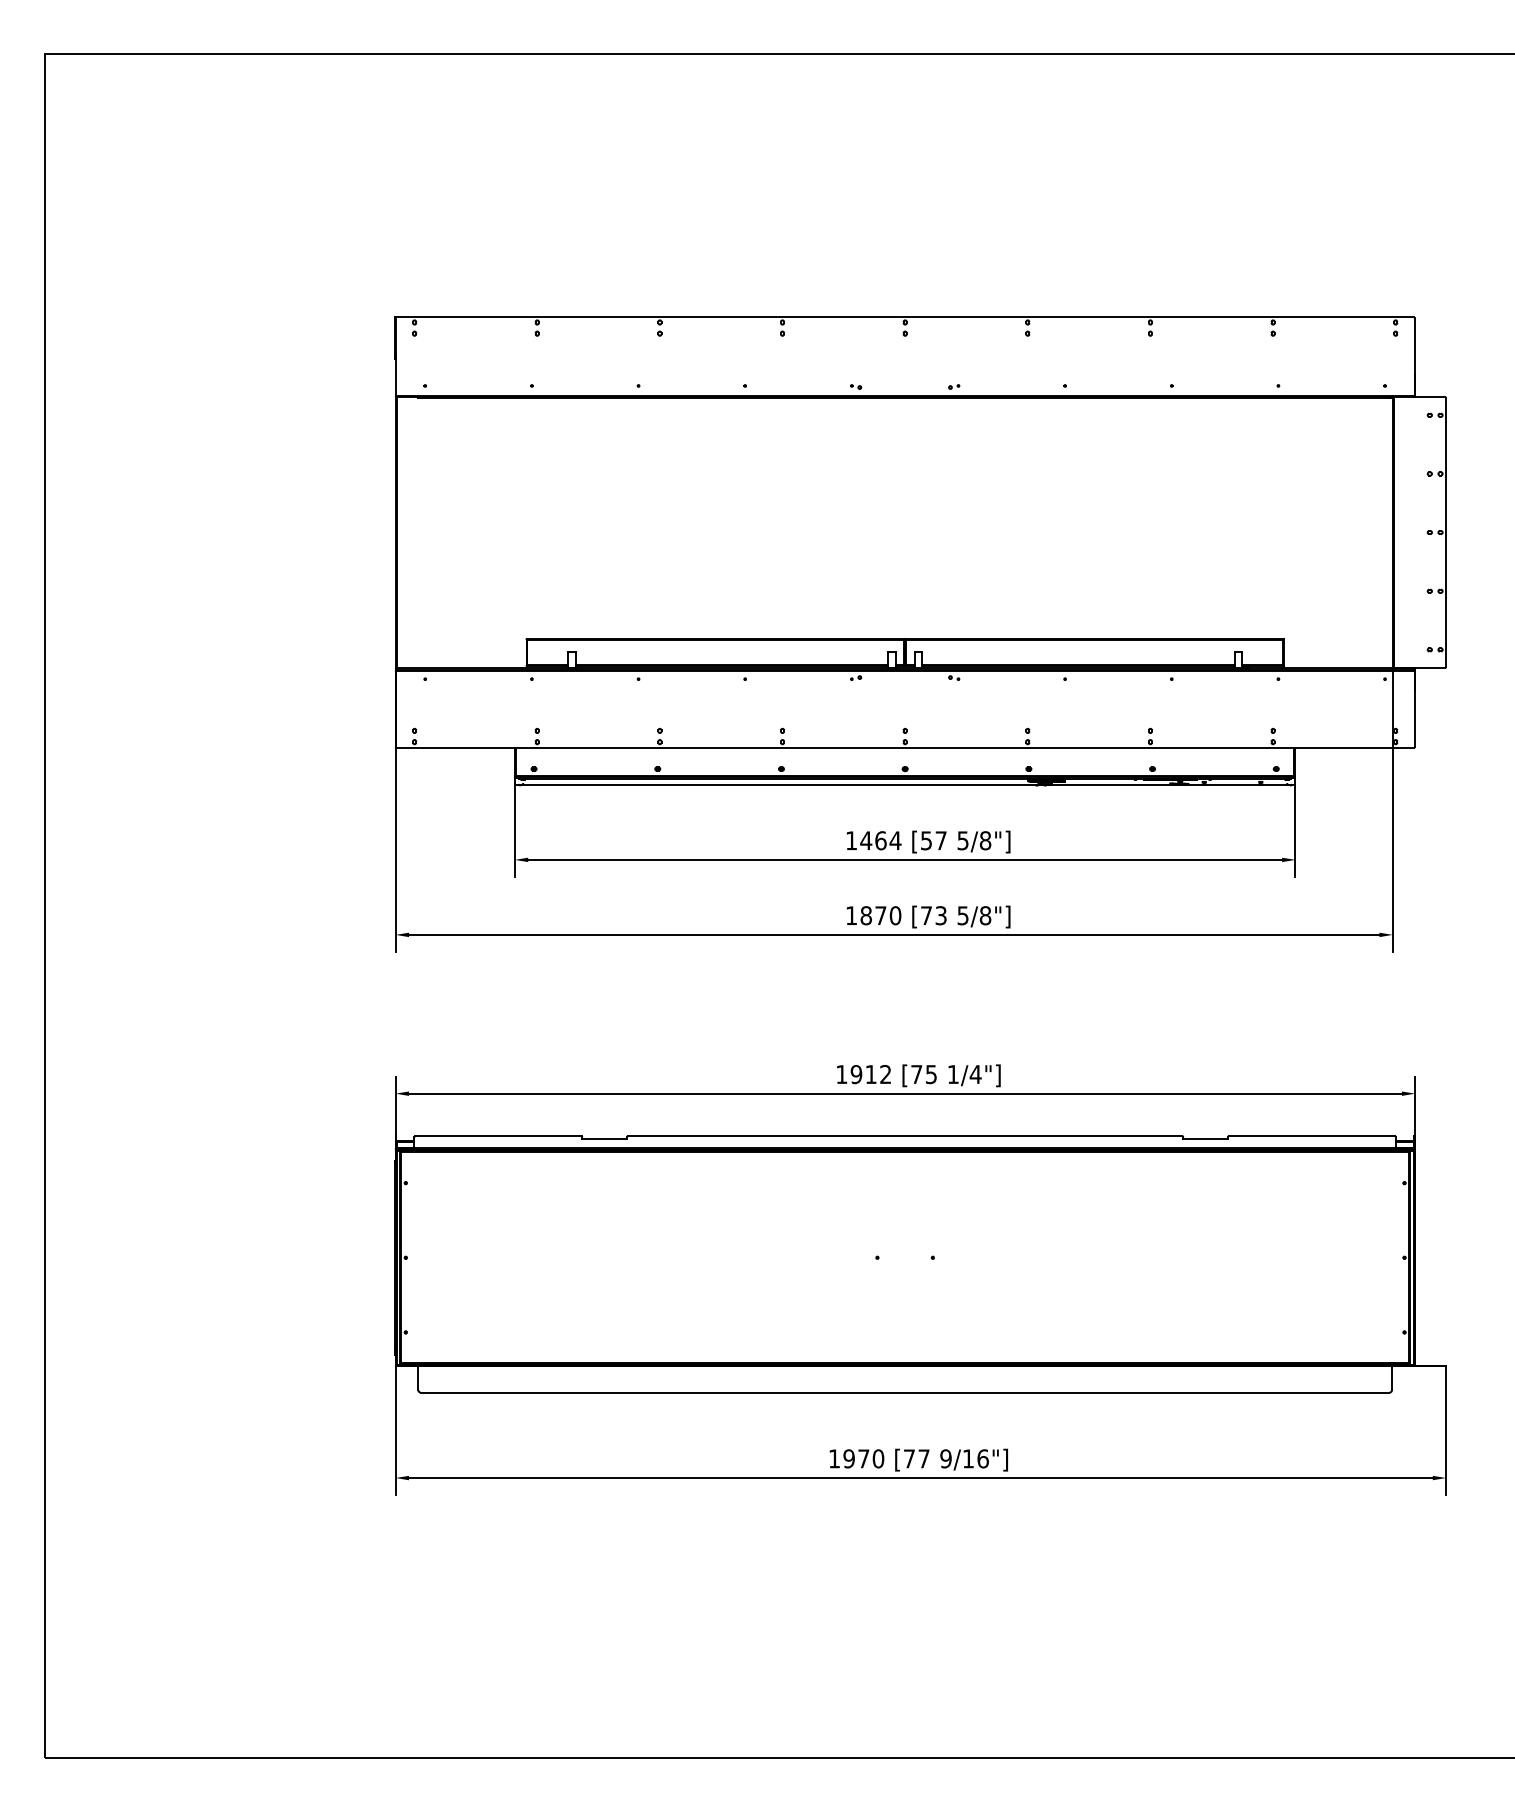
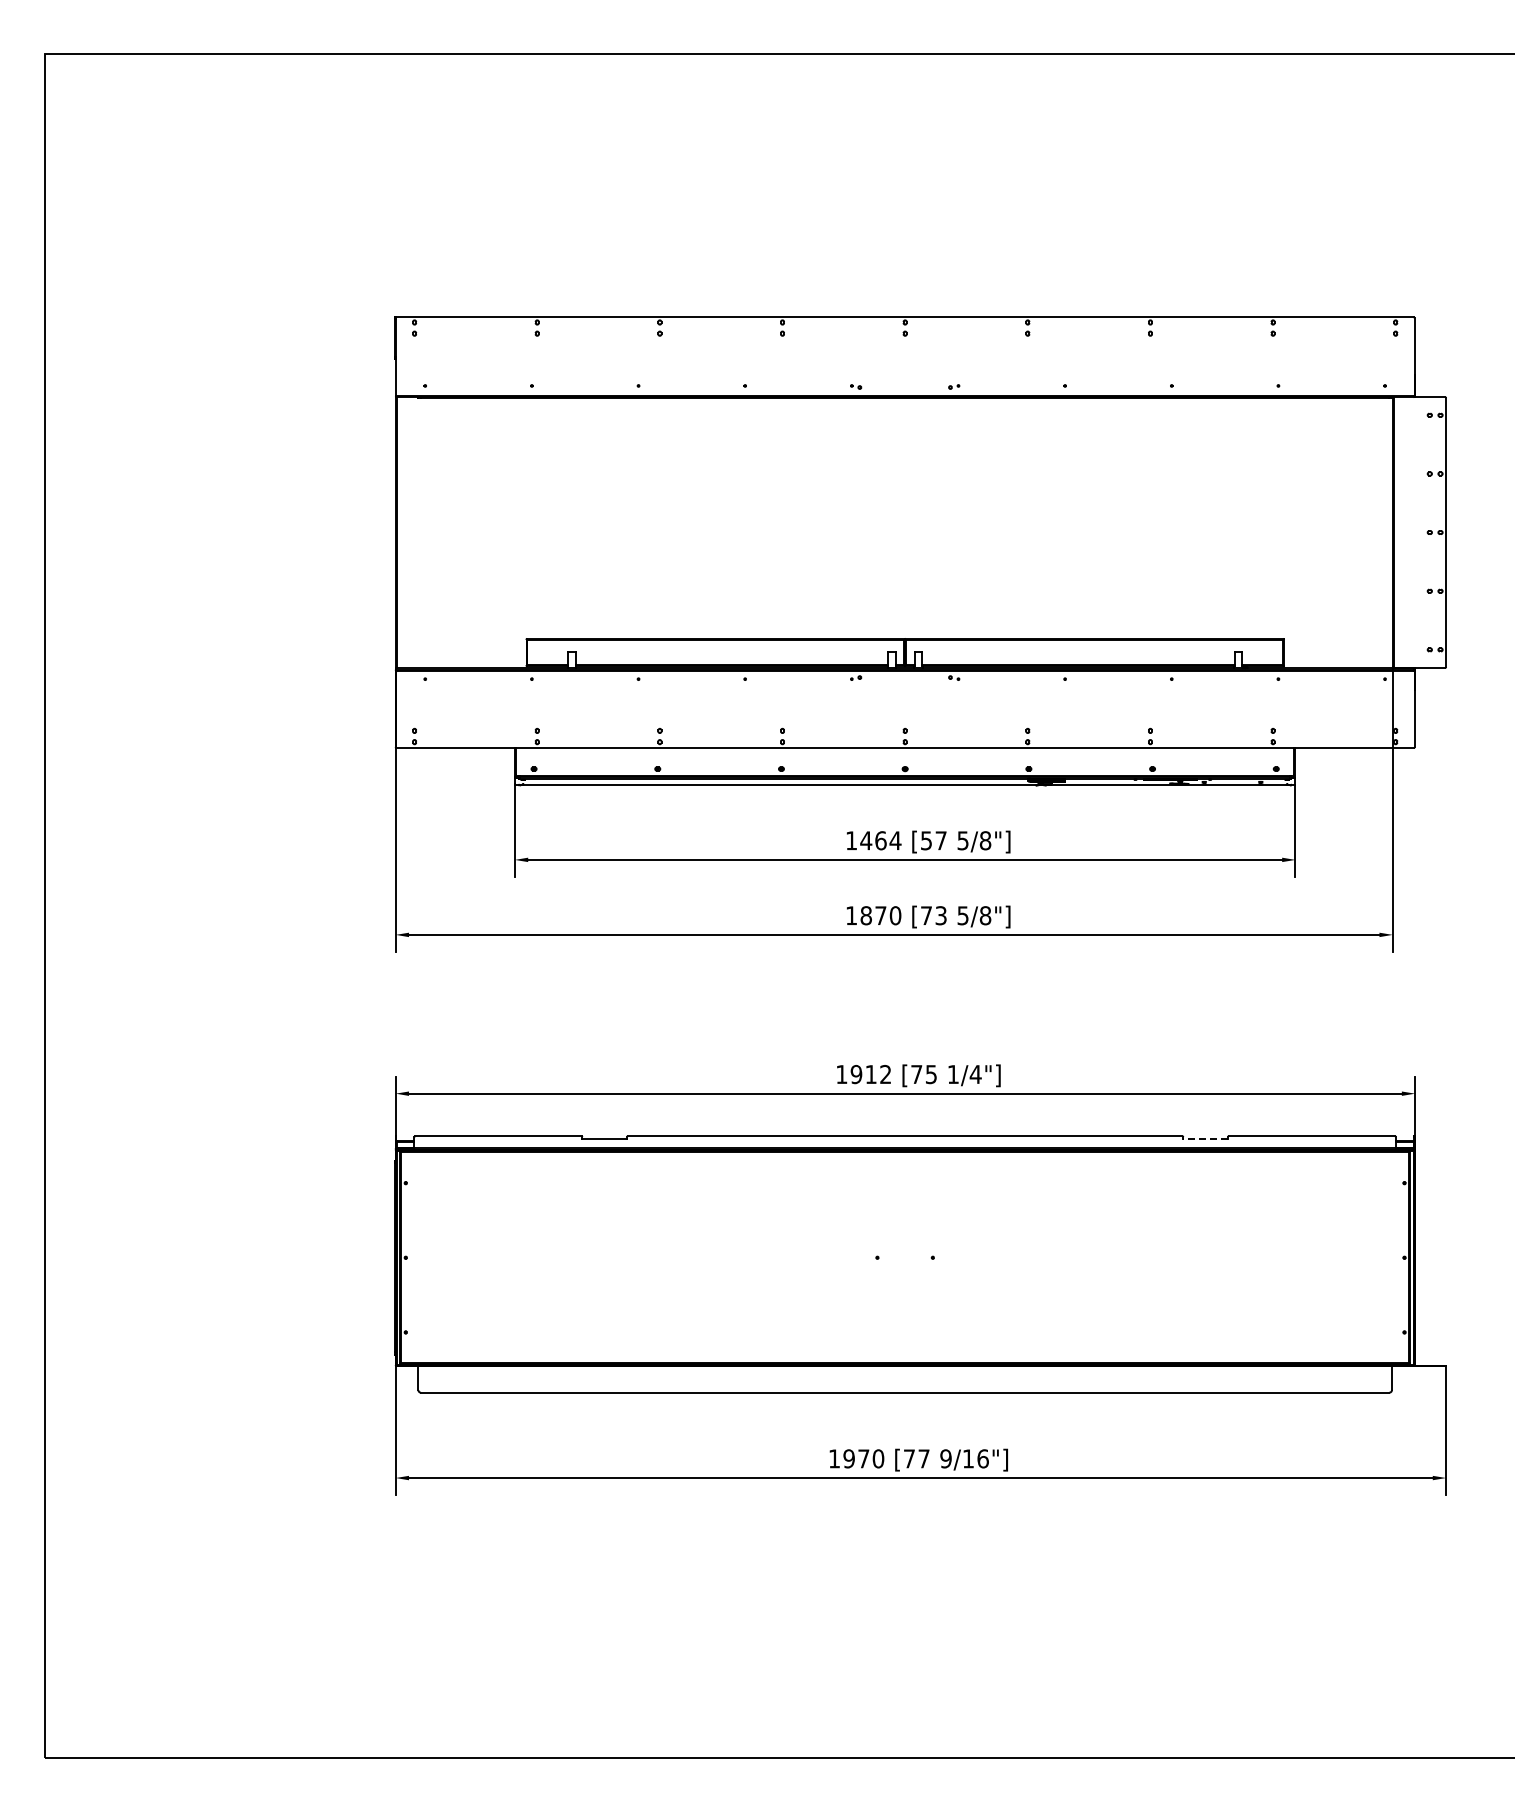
line at (1205, 1138): solid -> dashed
